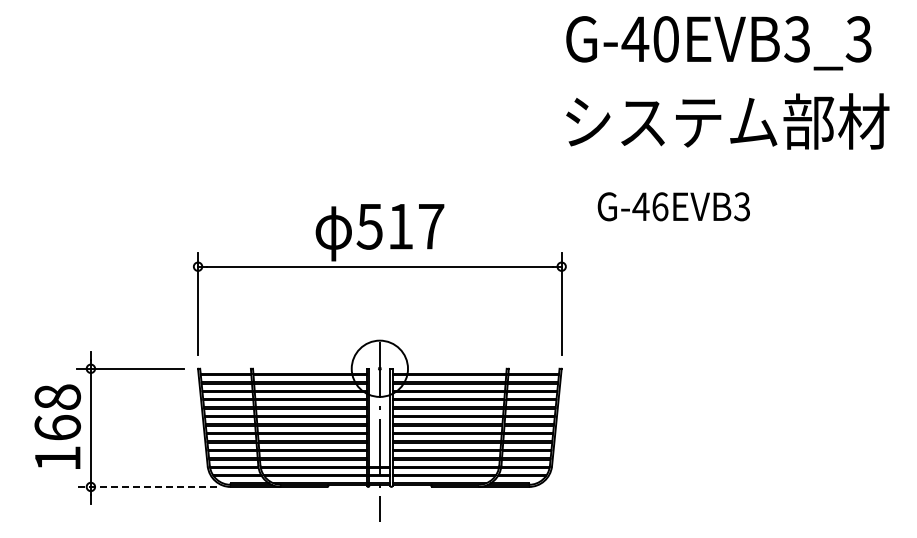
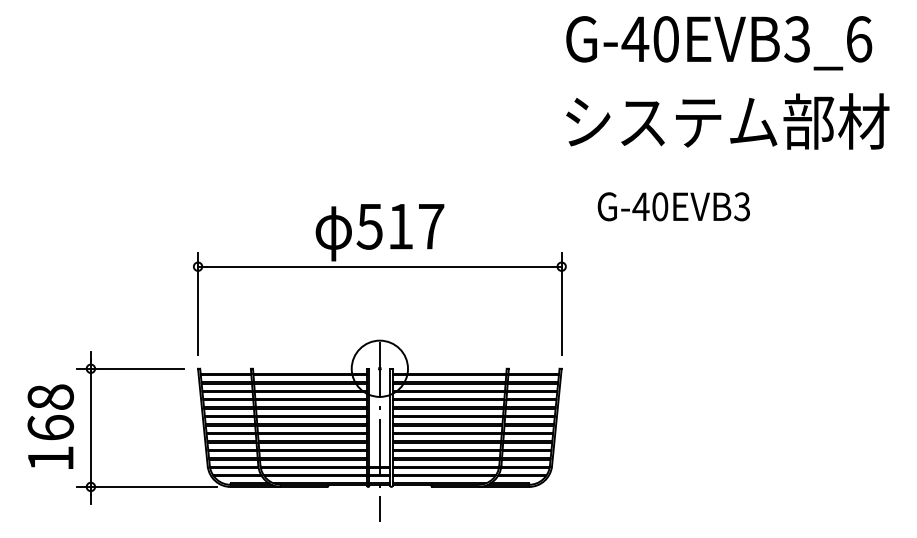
text at (858, 39): G-40EVB3_3 -> G-40EVB3_6
text at (660, 206): G-46EVB3 -> G-40EVB3
text at (57, 426) position: (57, 426) -> (50, 426)
line at (146, 486): dashed -> solid
